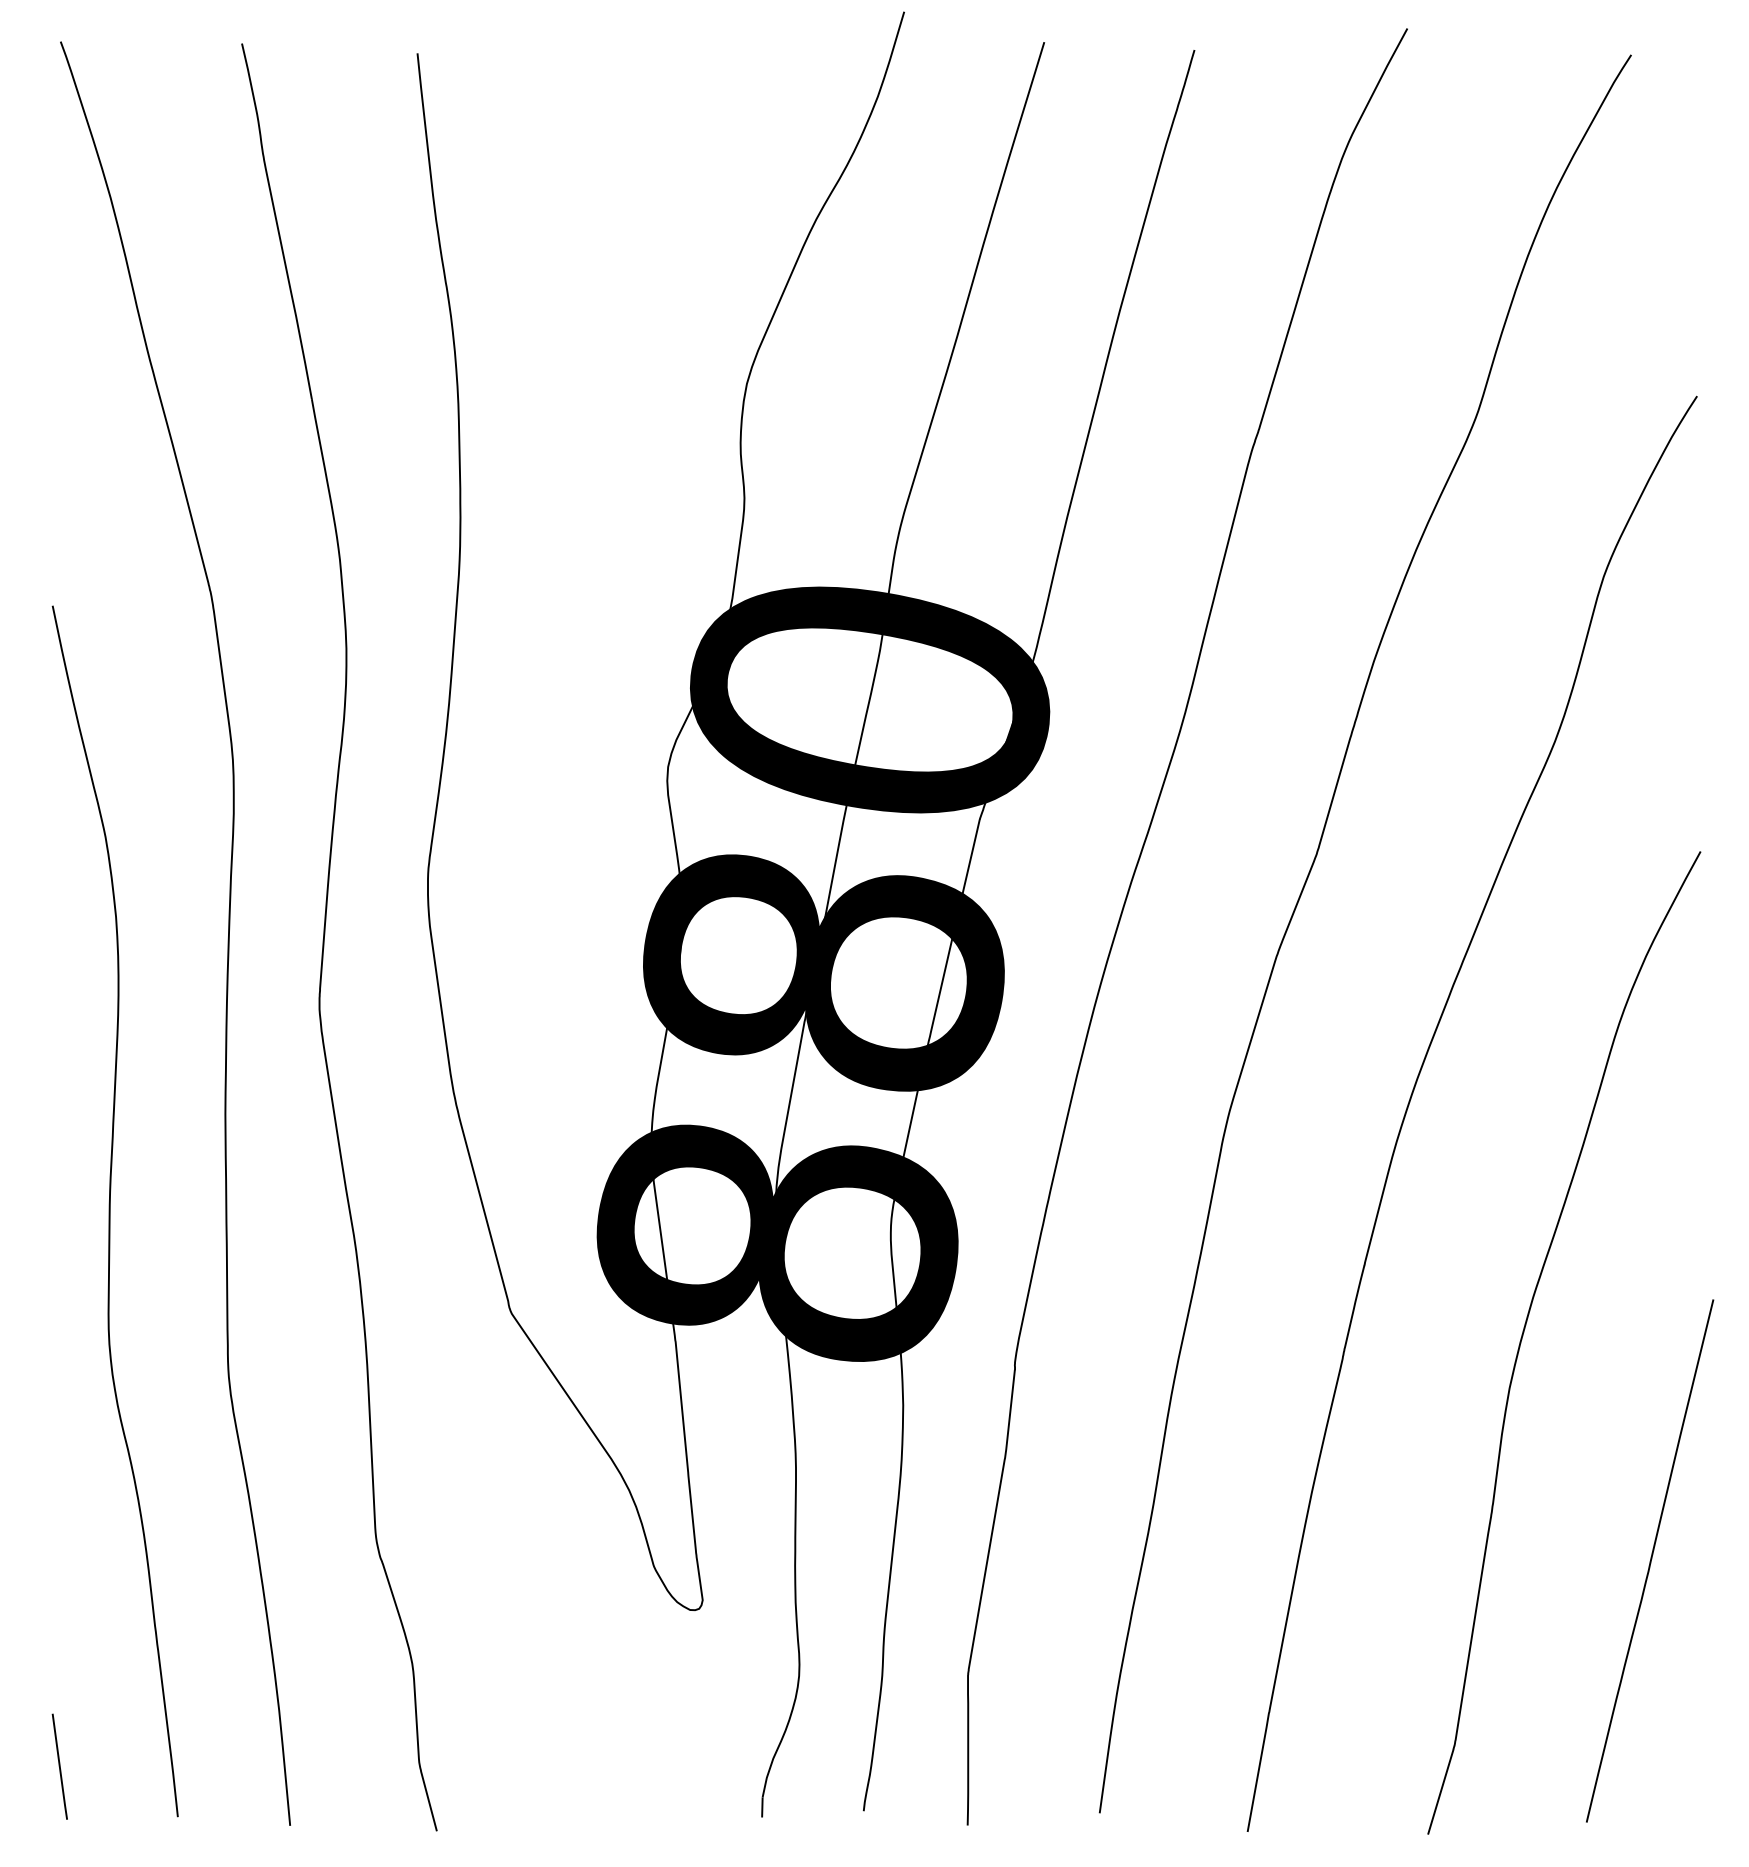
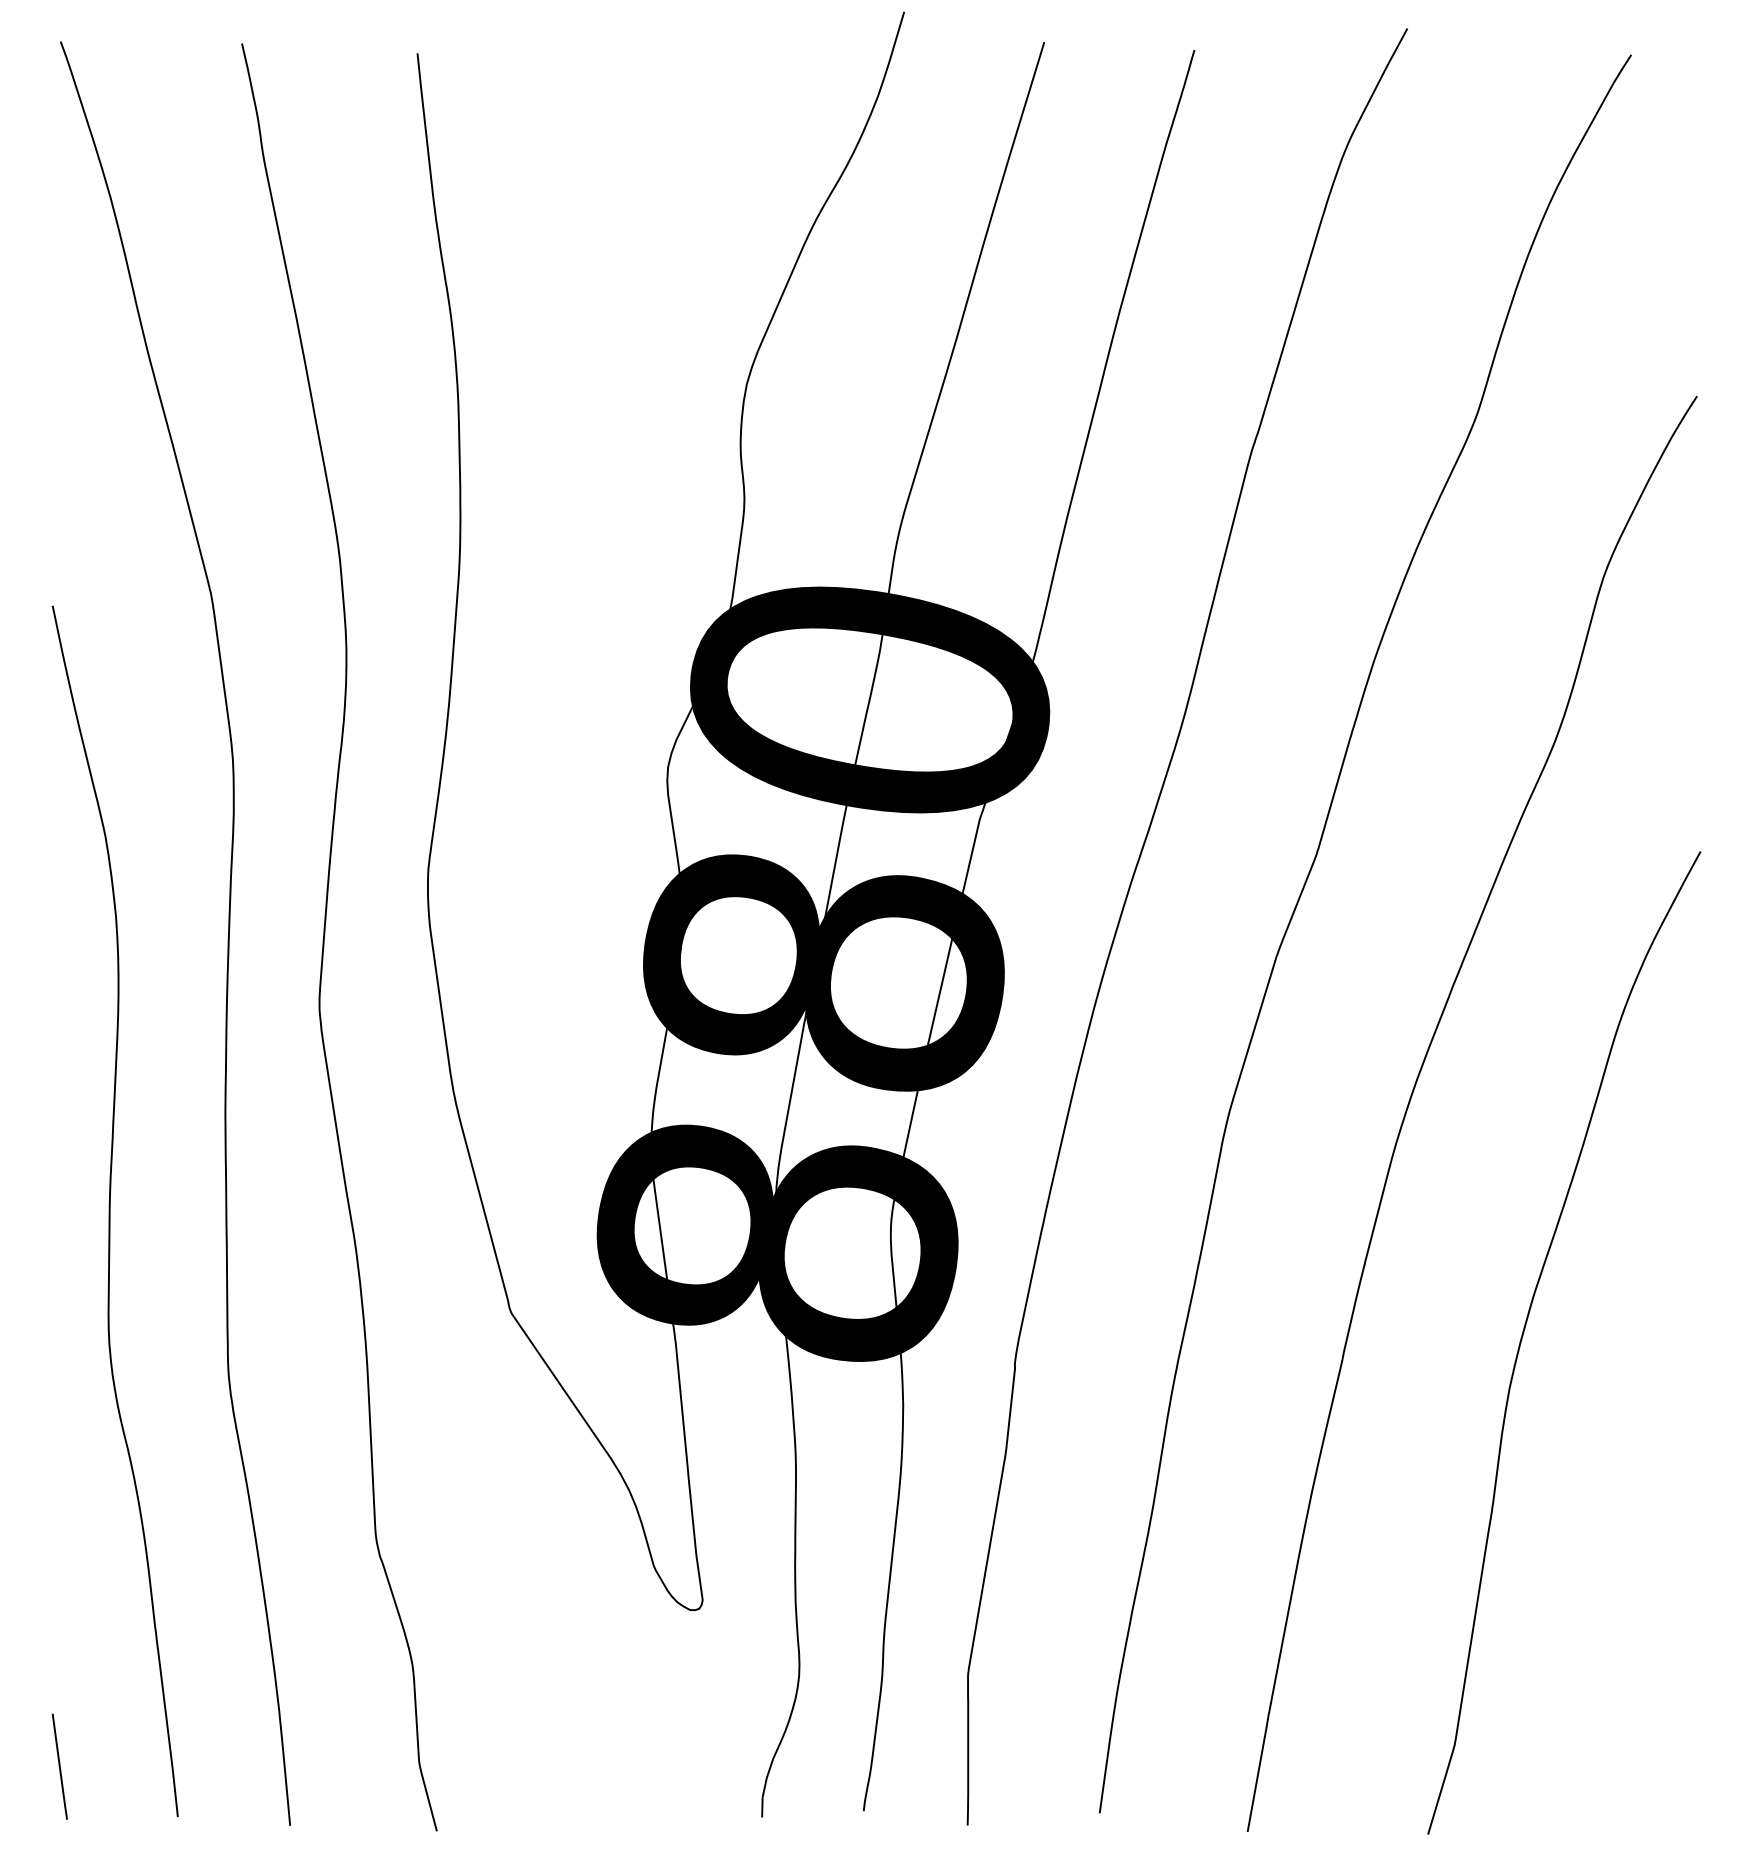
curve at (1650, 1560): present -> none
